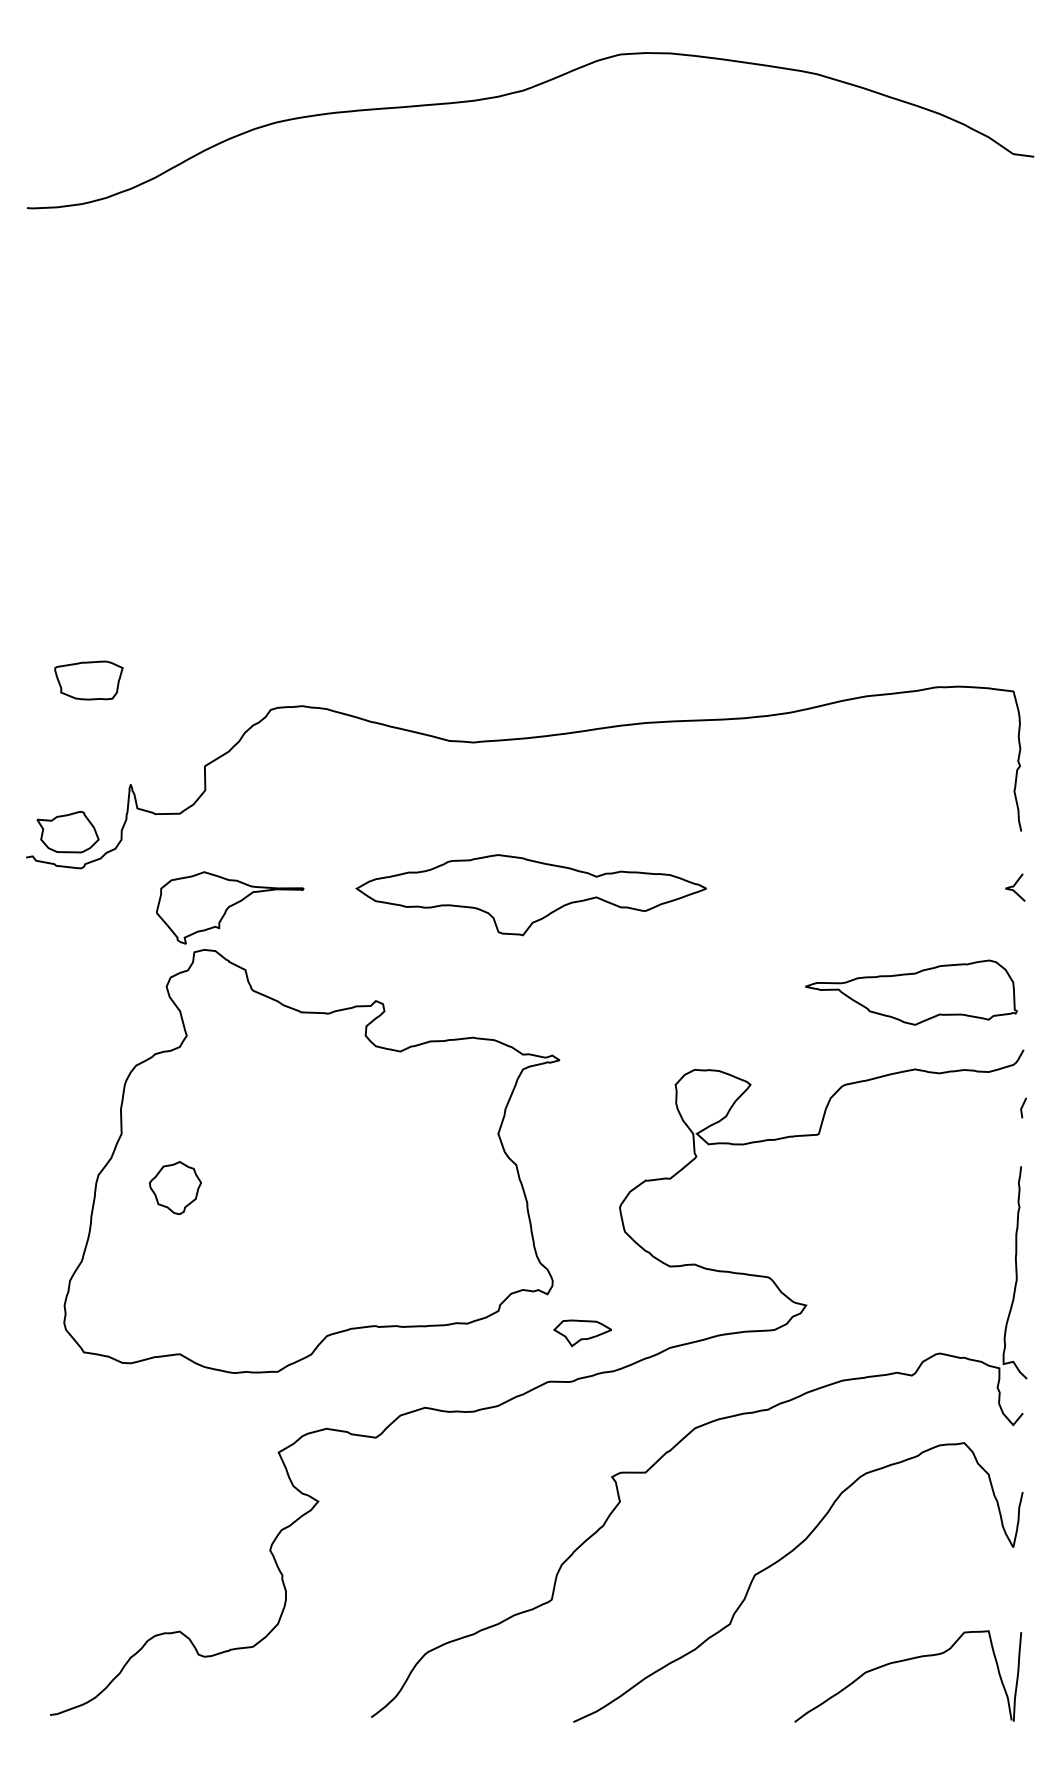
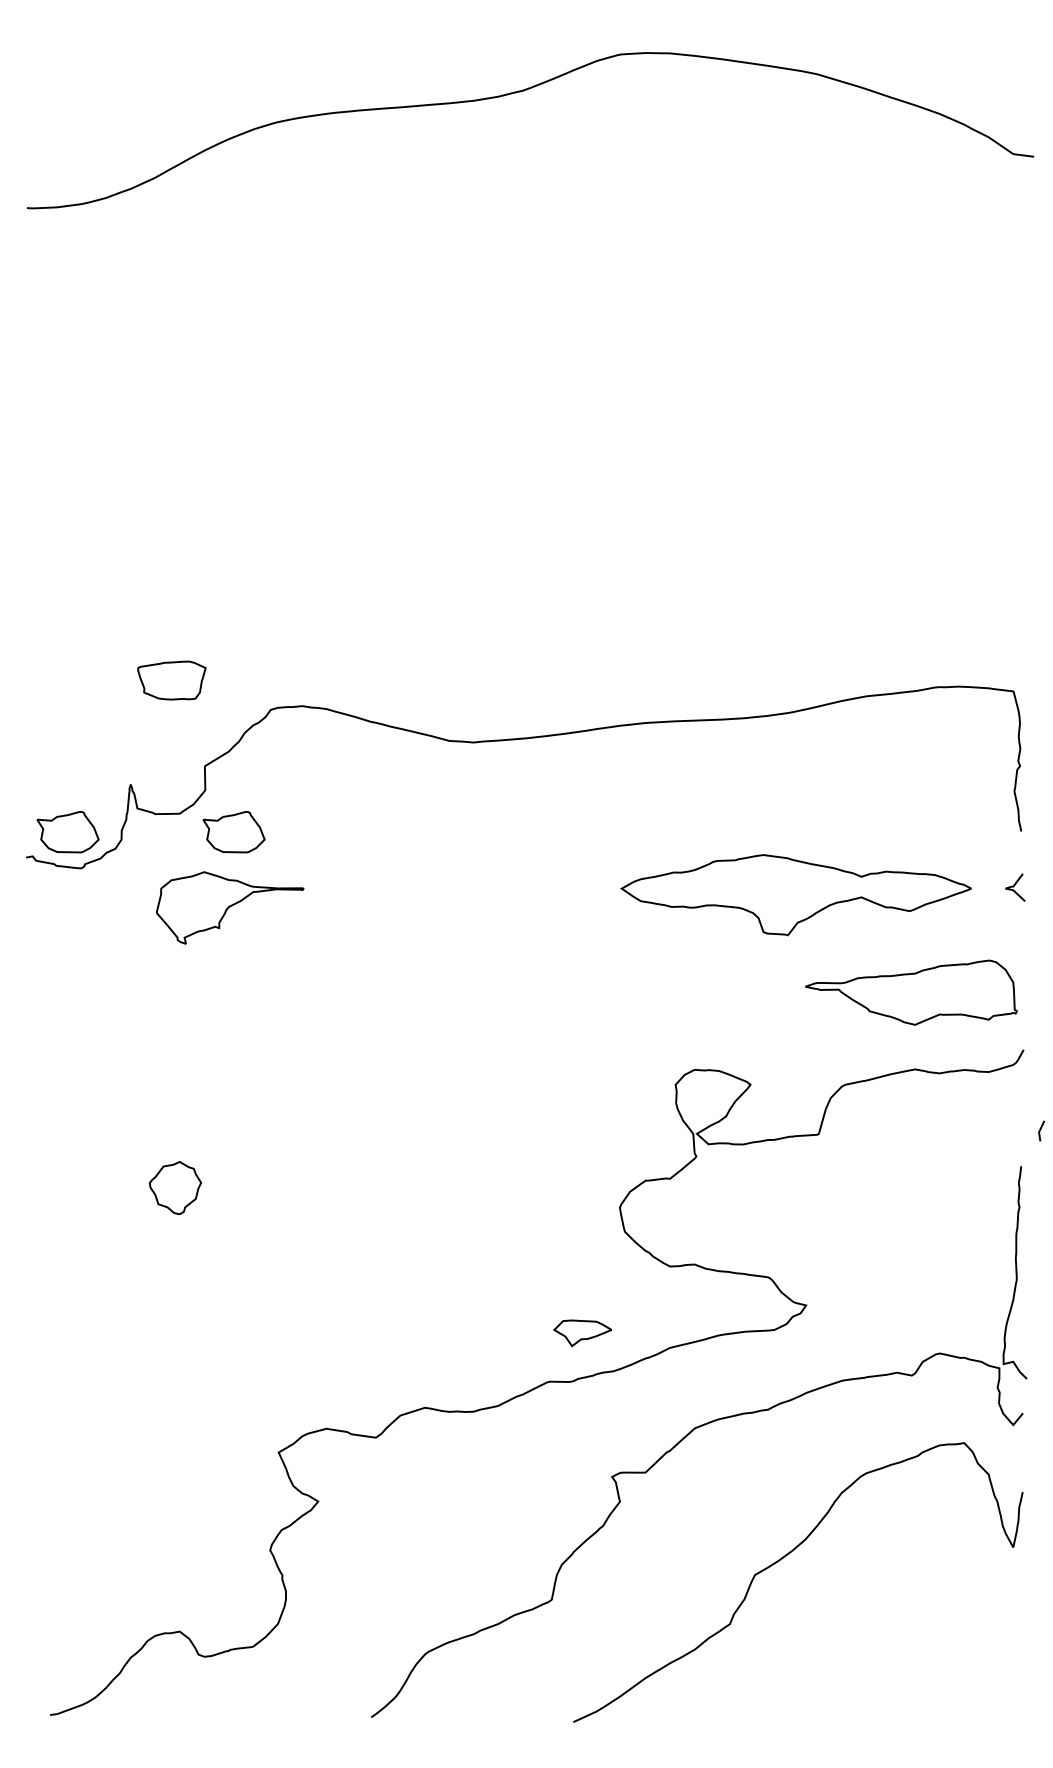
part at (88, 680) position: (88, 680) -> (171, 680)
part at (233, 832): none -> present
part at (530, 895) position: (530, 895) -> (795, 895)
line at (1023, 1106) position: (1023, 1106) -> (1041, 1129)
part at (311, 1161): present -> none
part at (904, 1661): present -> none
